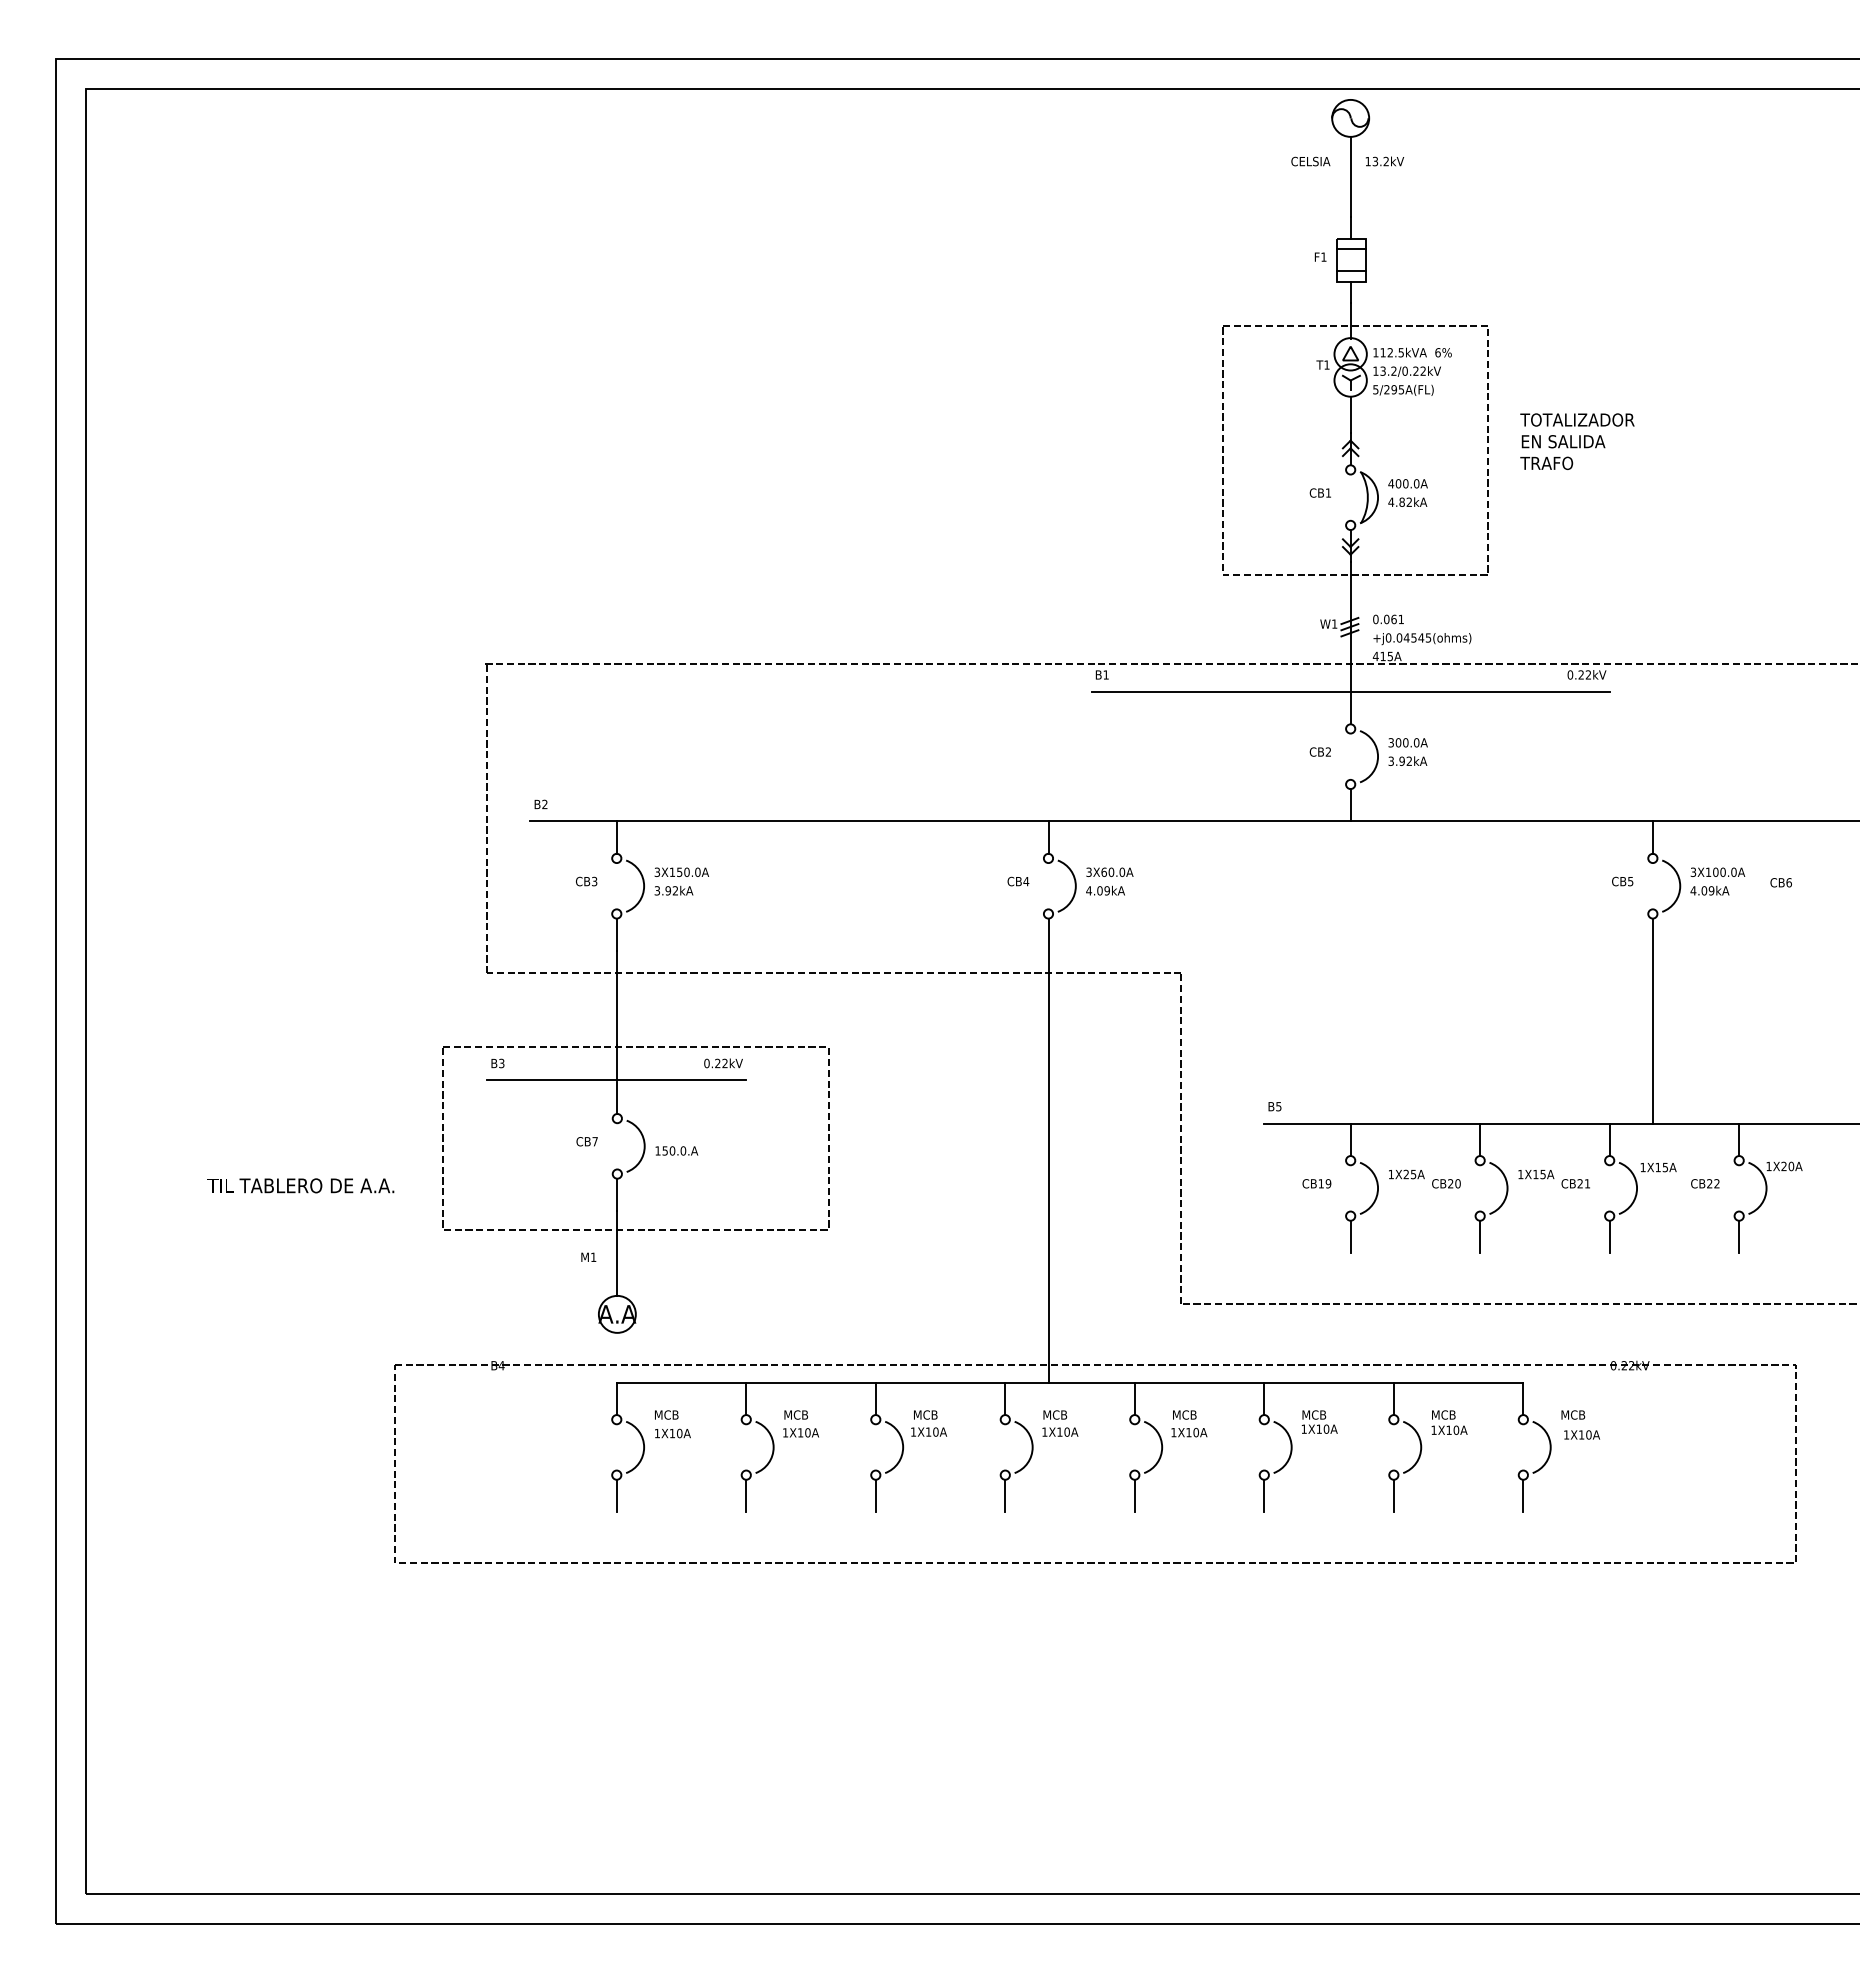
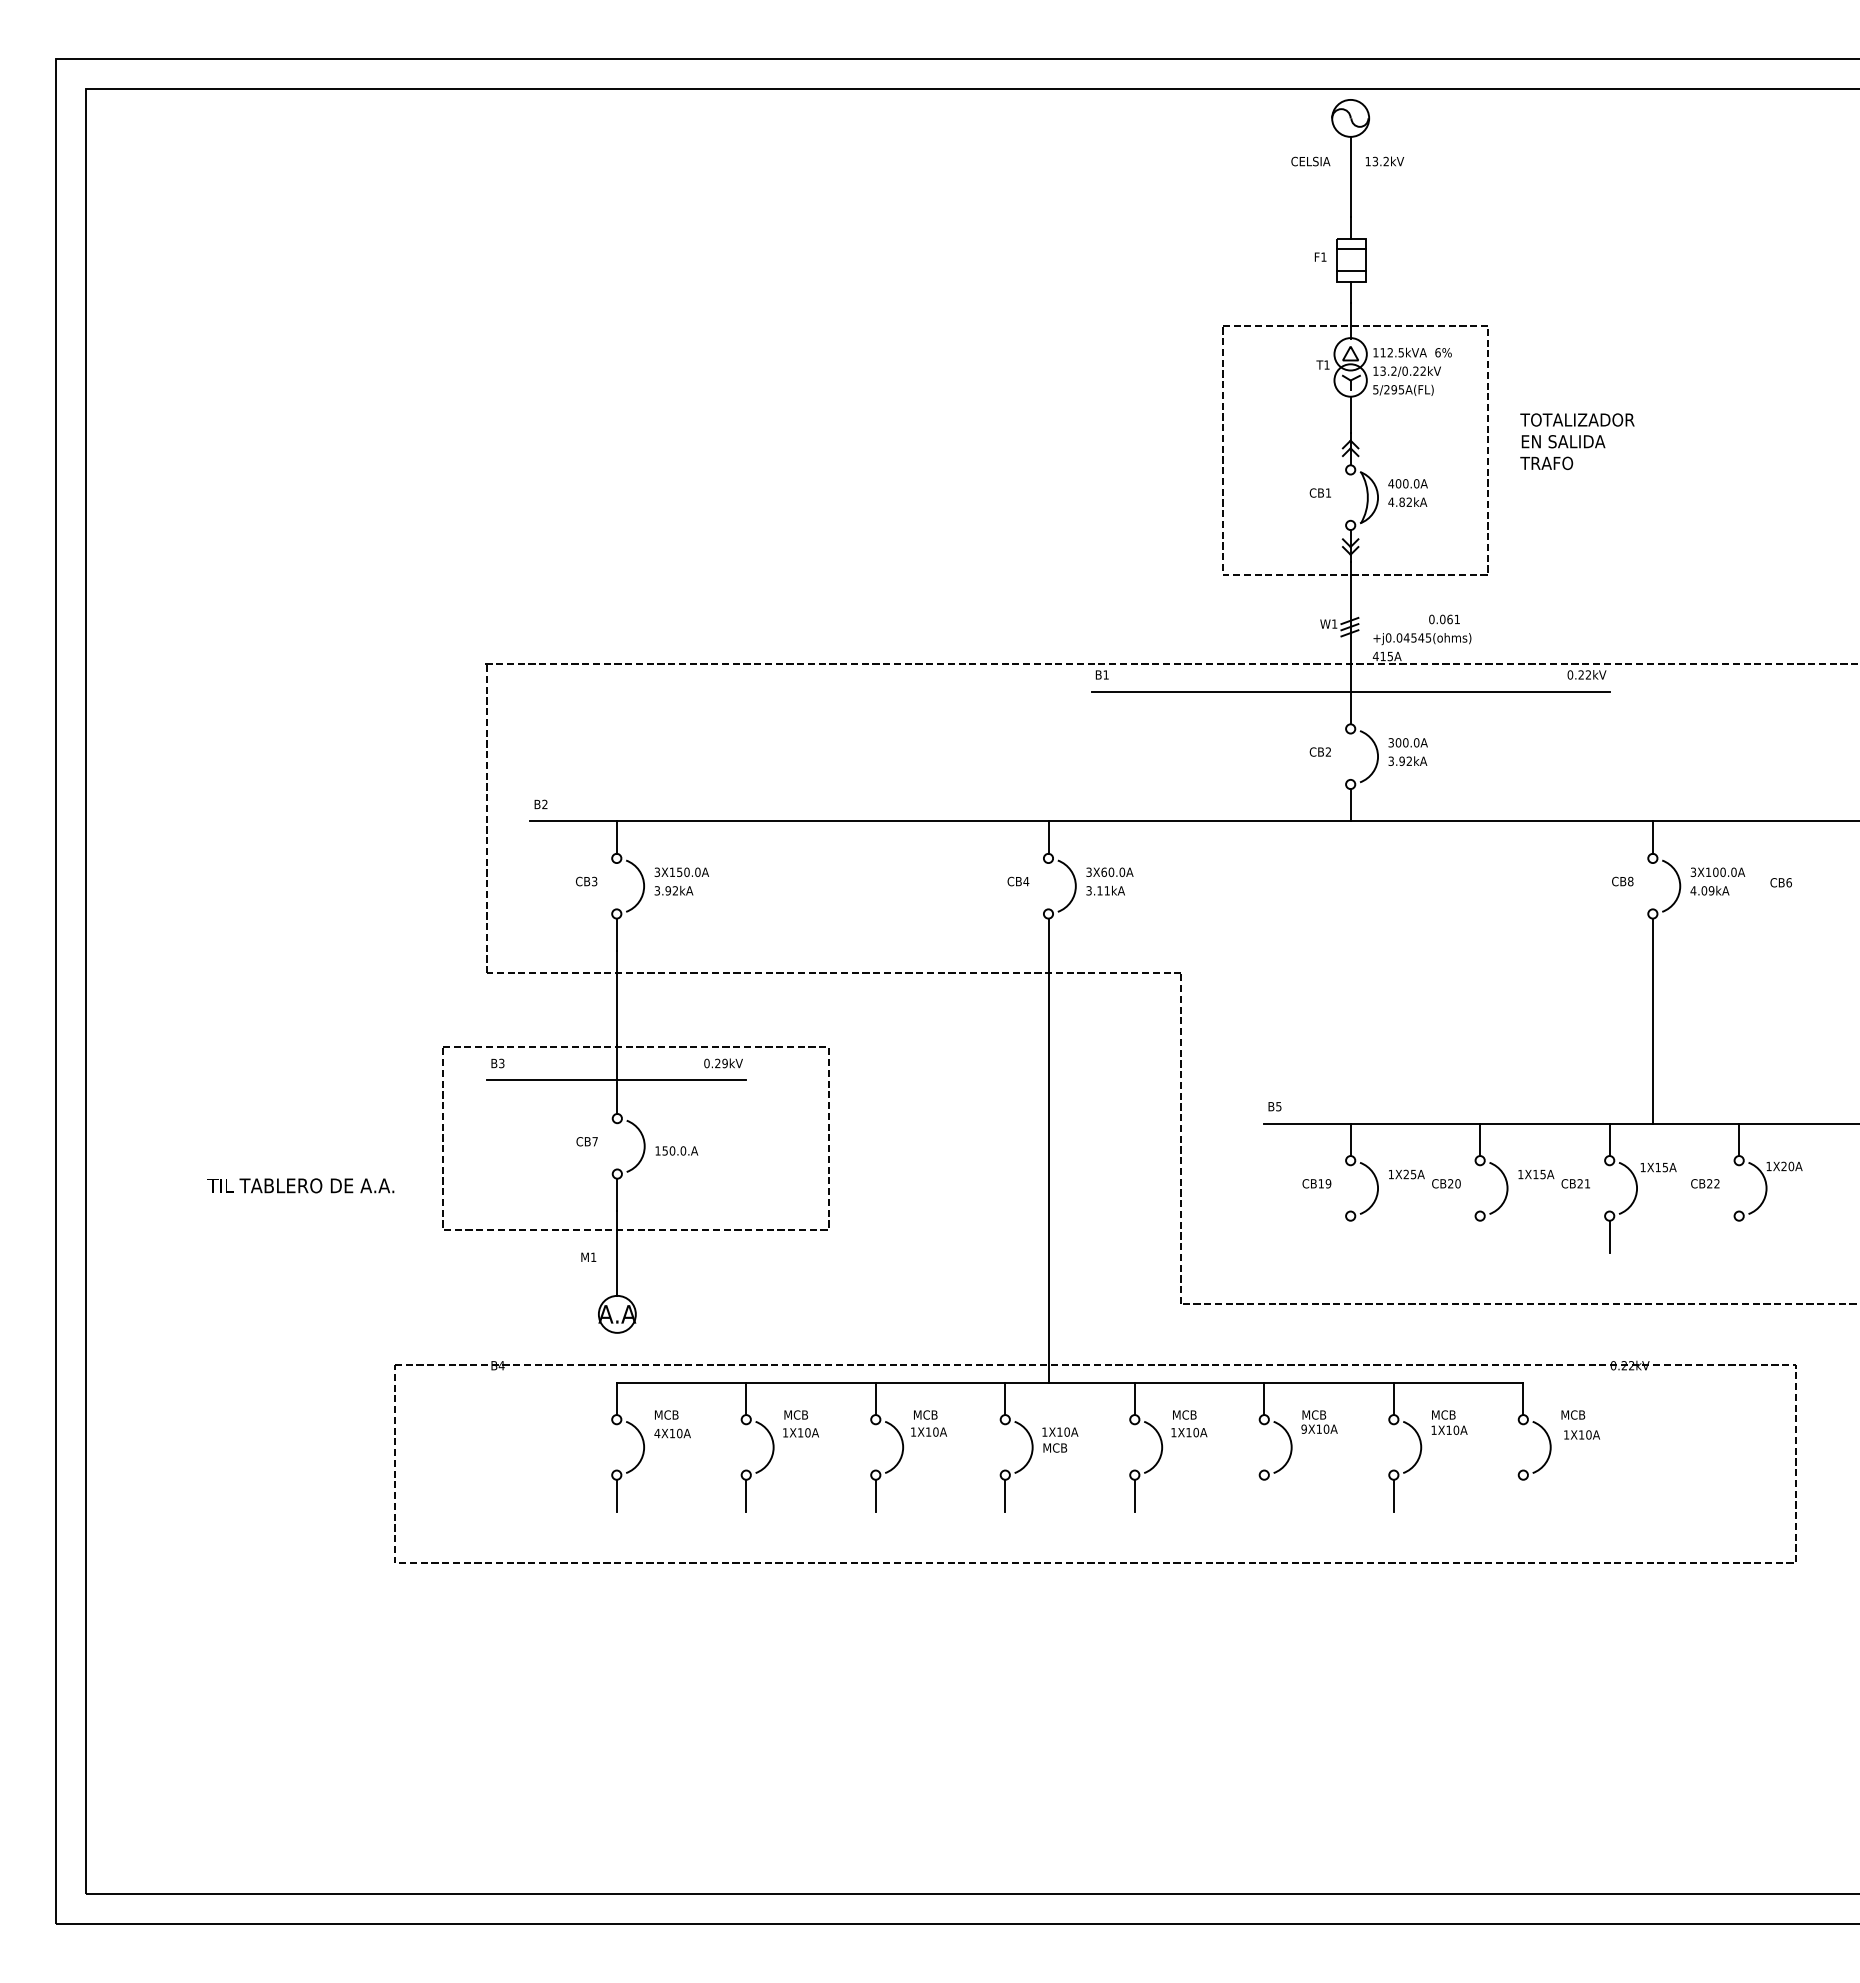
text at (1388, 619) position: (1388, 619) -> (1444, 619)
text at (1630, 881): CB5 -> CB8
text at (1097, 890): 4.09kA -> 3.11kA
text at (724, 1063): 0.22kV -> 0.29kV
line at (1350, 1236): present -> none
line at (1480, 1236): present -> none
line at (1739, 1236): present -> none
text at (1055, 1414) position: (1055, 1414) -> (1055, 1447)
text at (1303, 1428): 1X10A -> 9X10A
text at (657, 1433): 1X10A -> 4X10A
line at (1264, 1495): present -> none
line at (1523, 1495): present -> none
